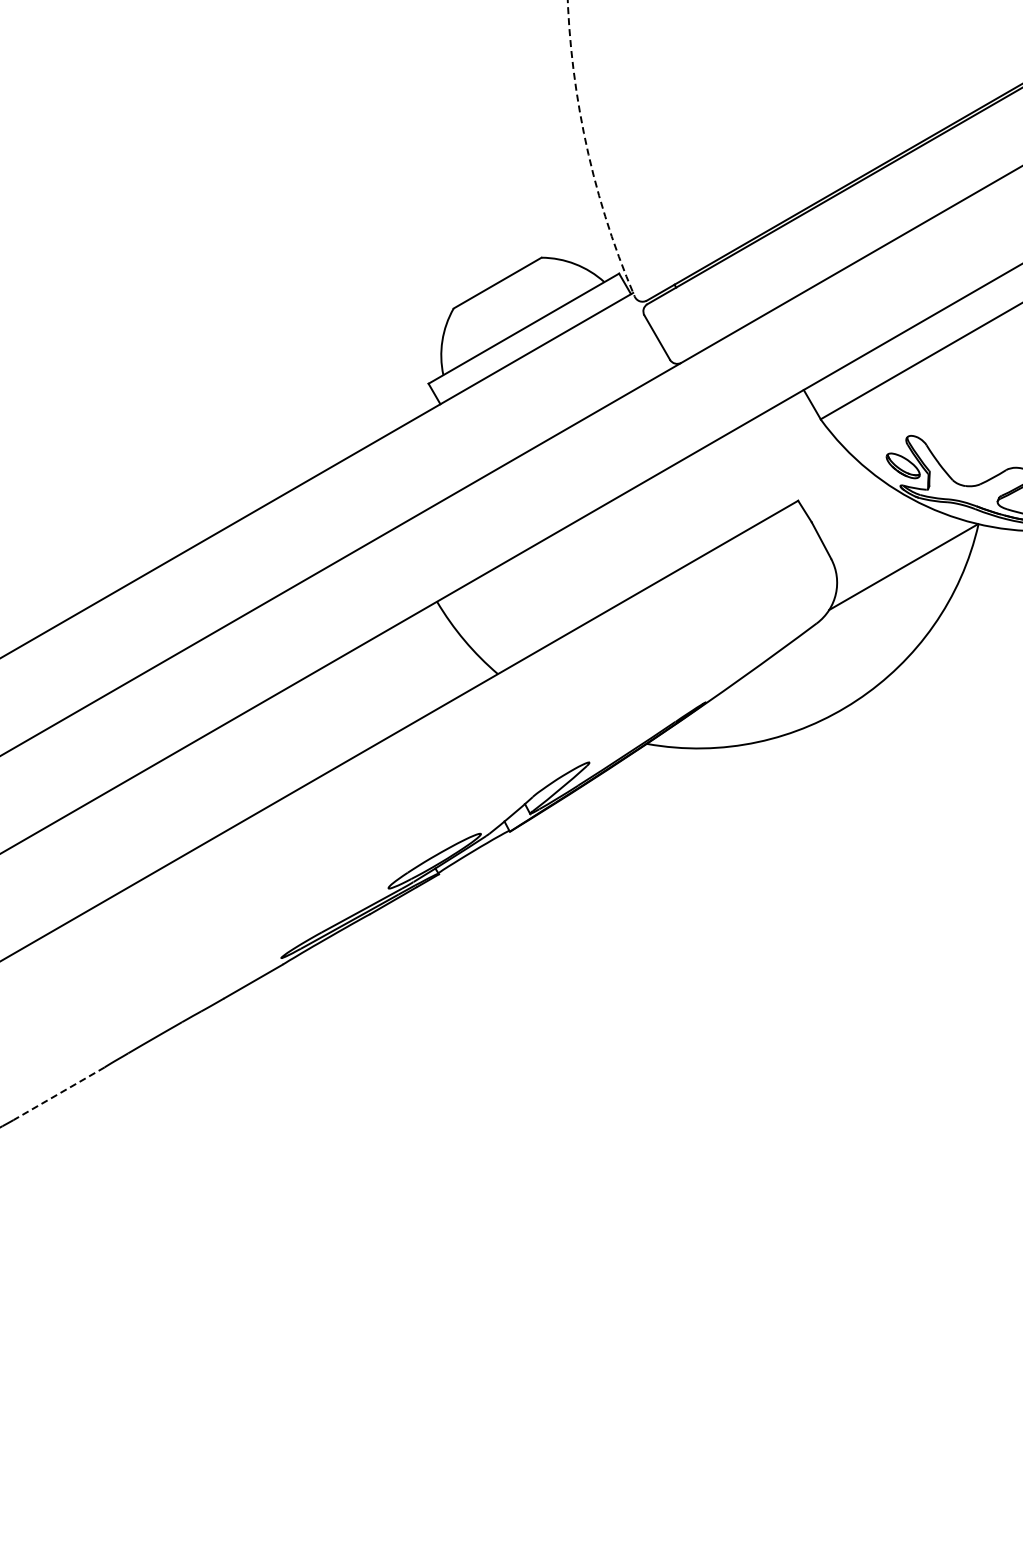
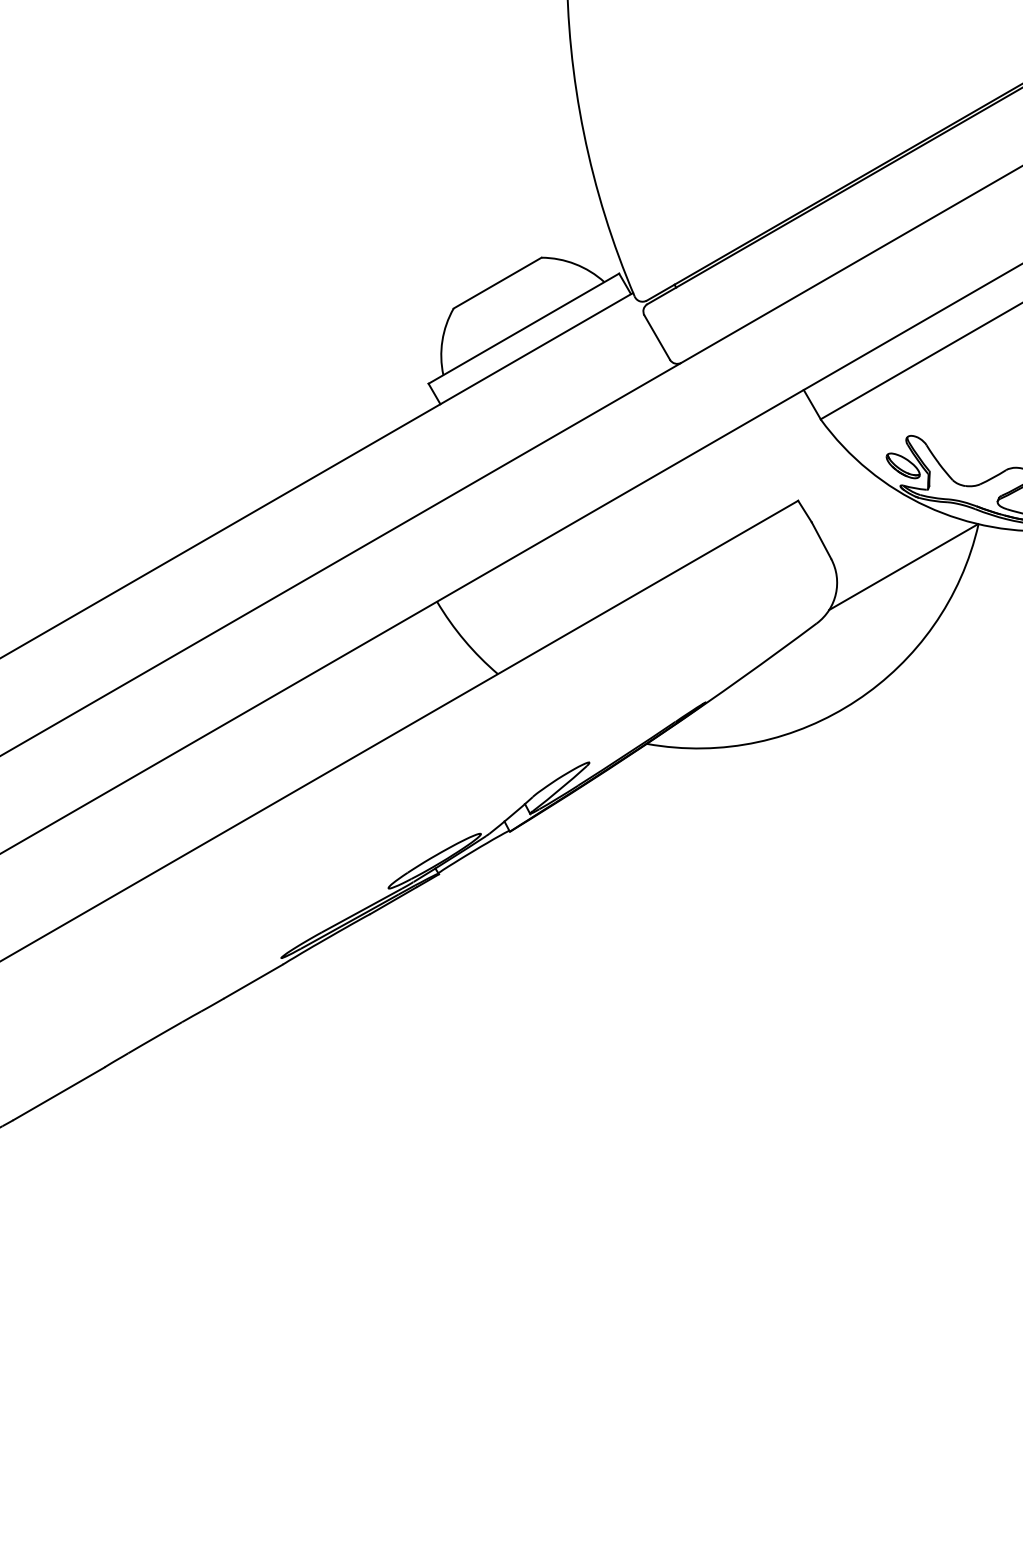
arc at (587, 151): dashed -> solid
line at (59, 1093): dashed -> solid
